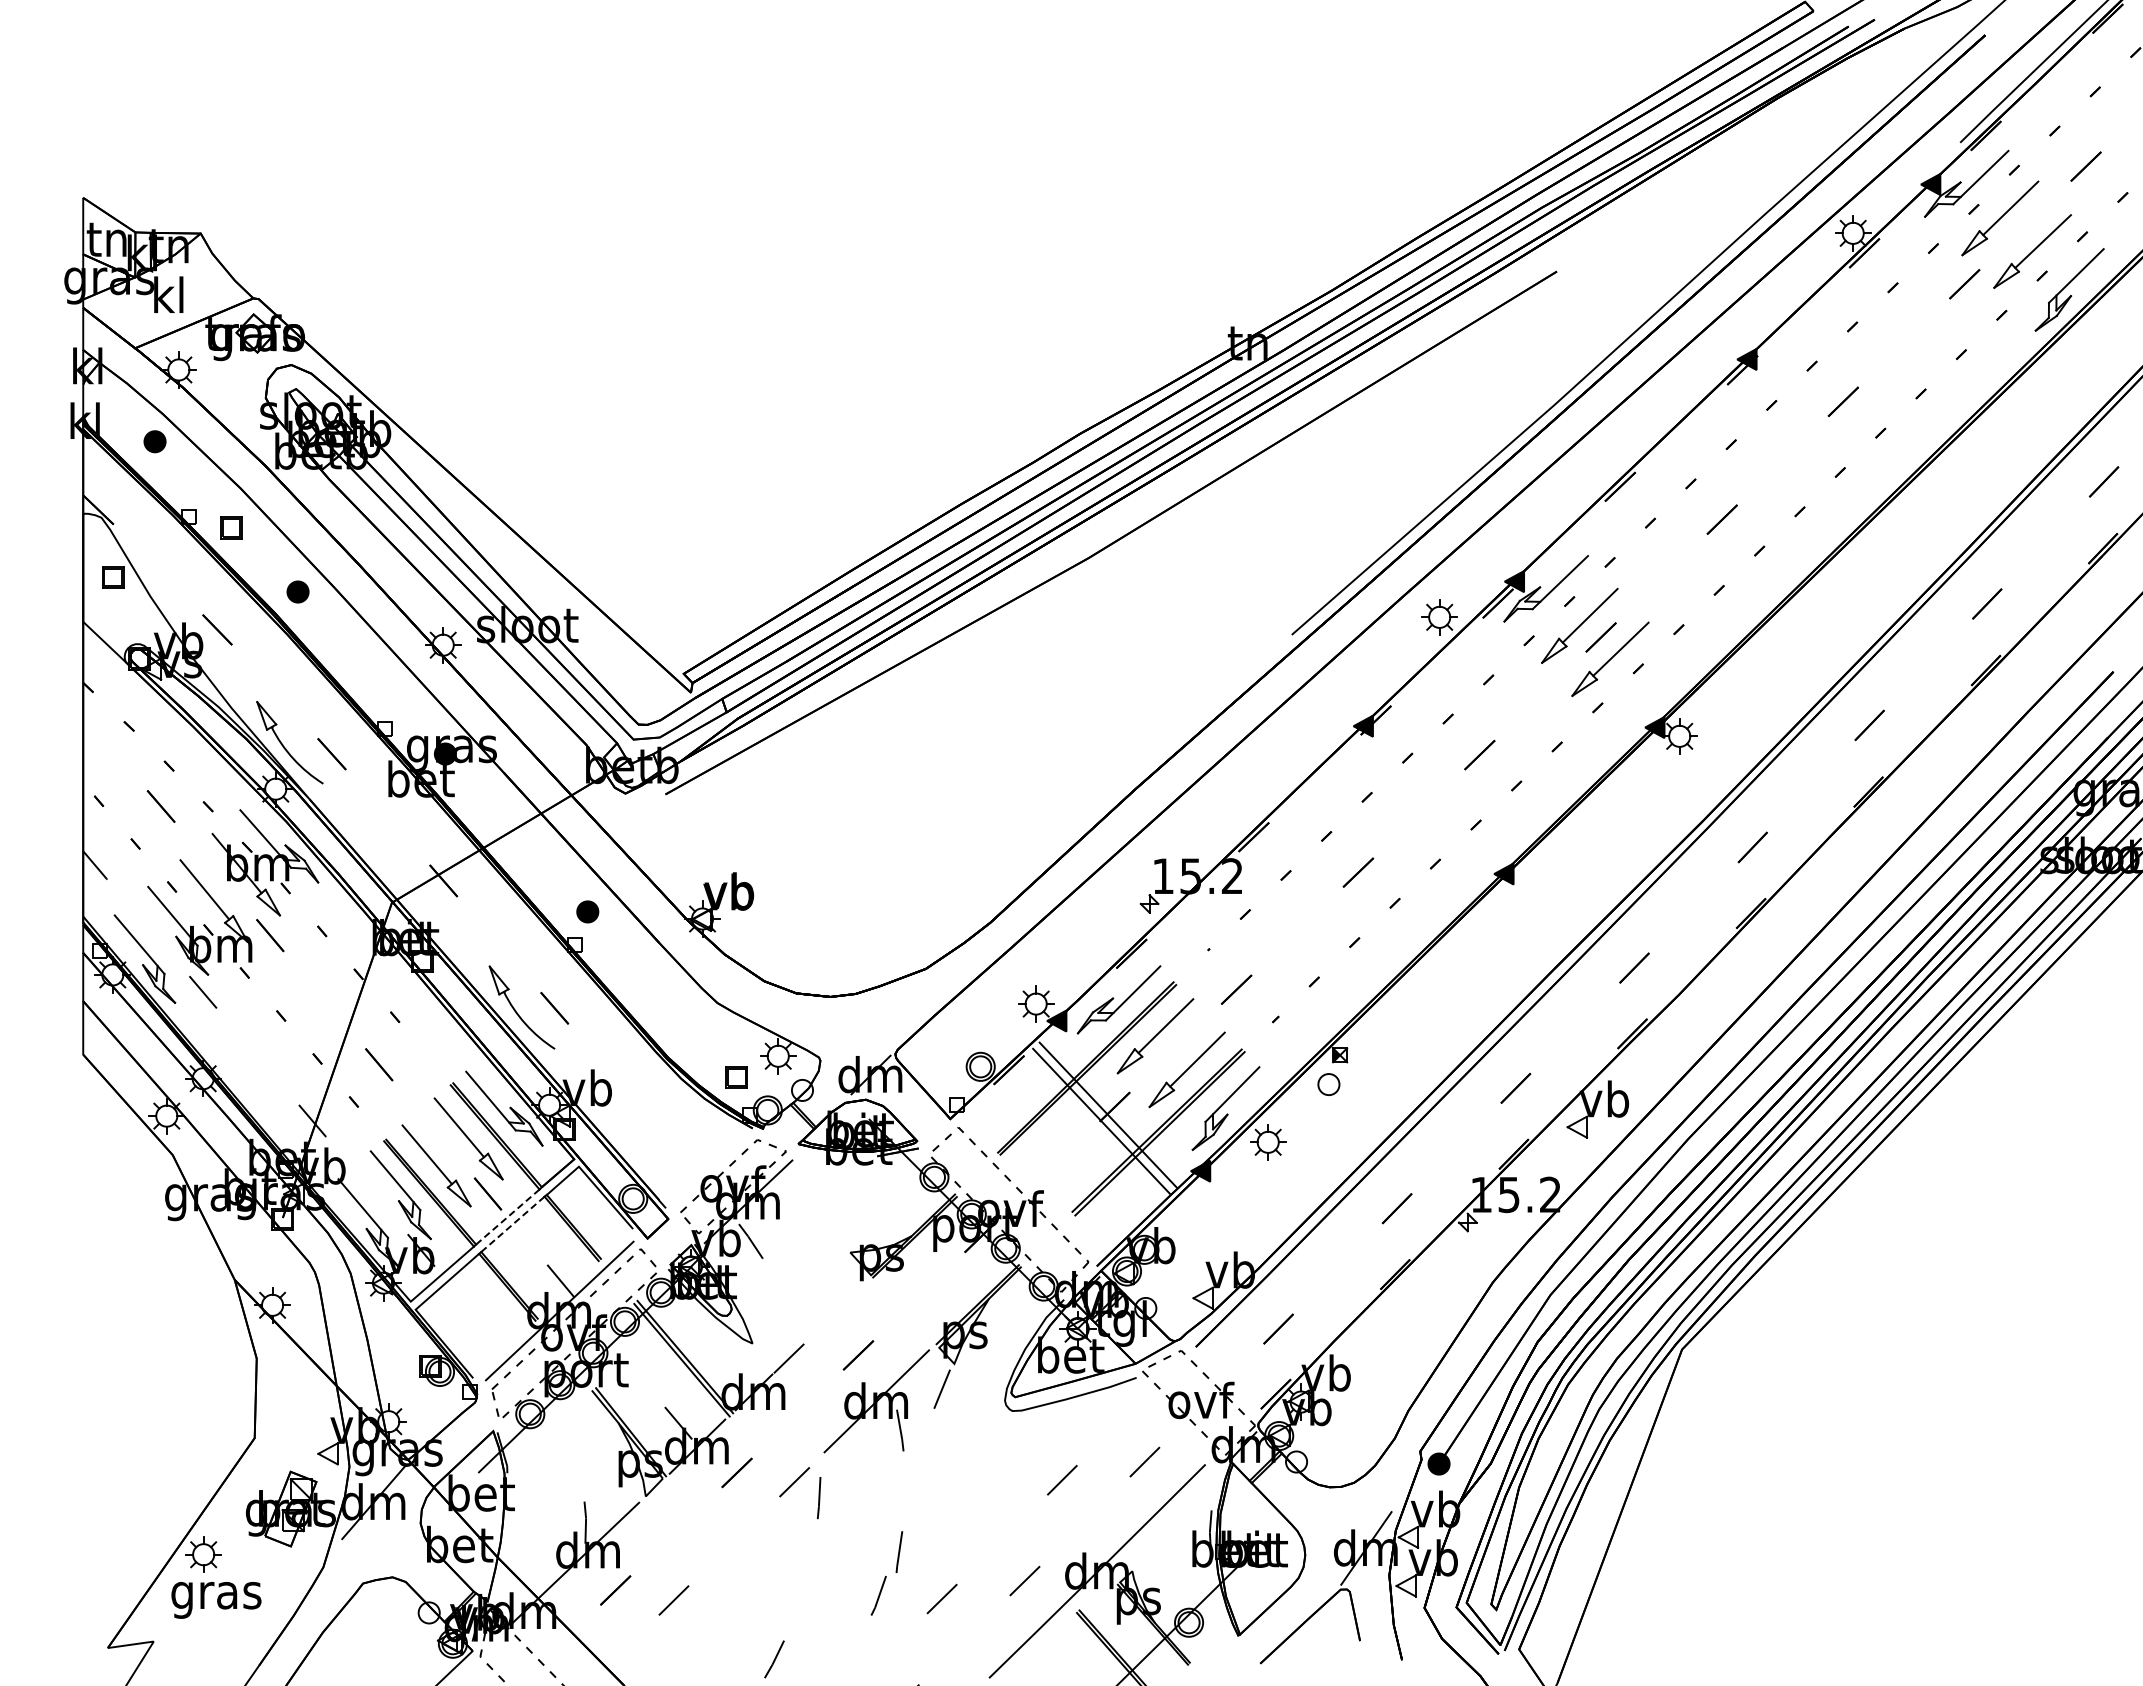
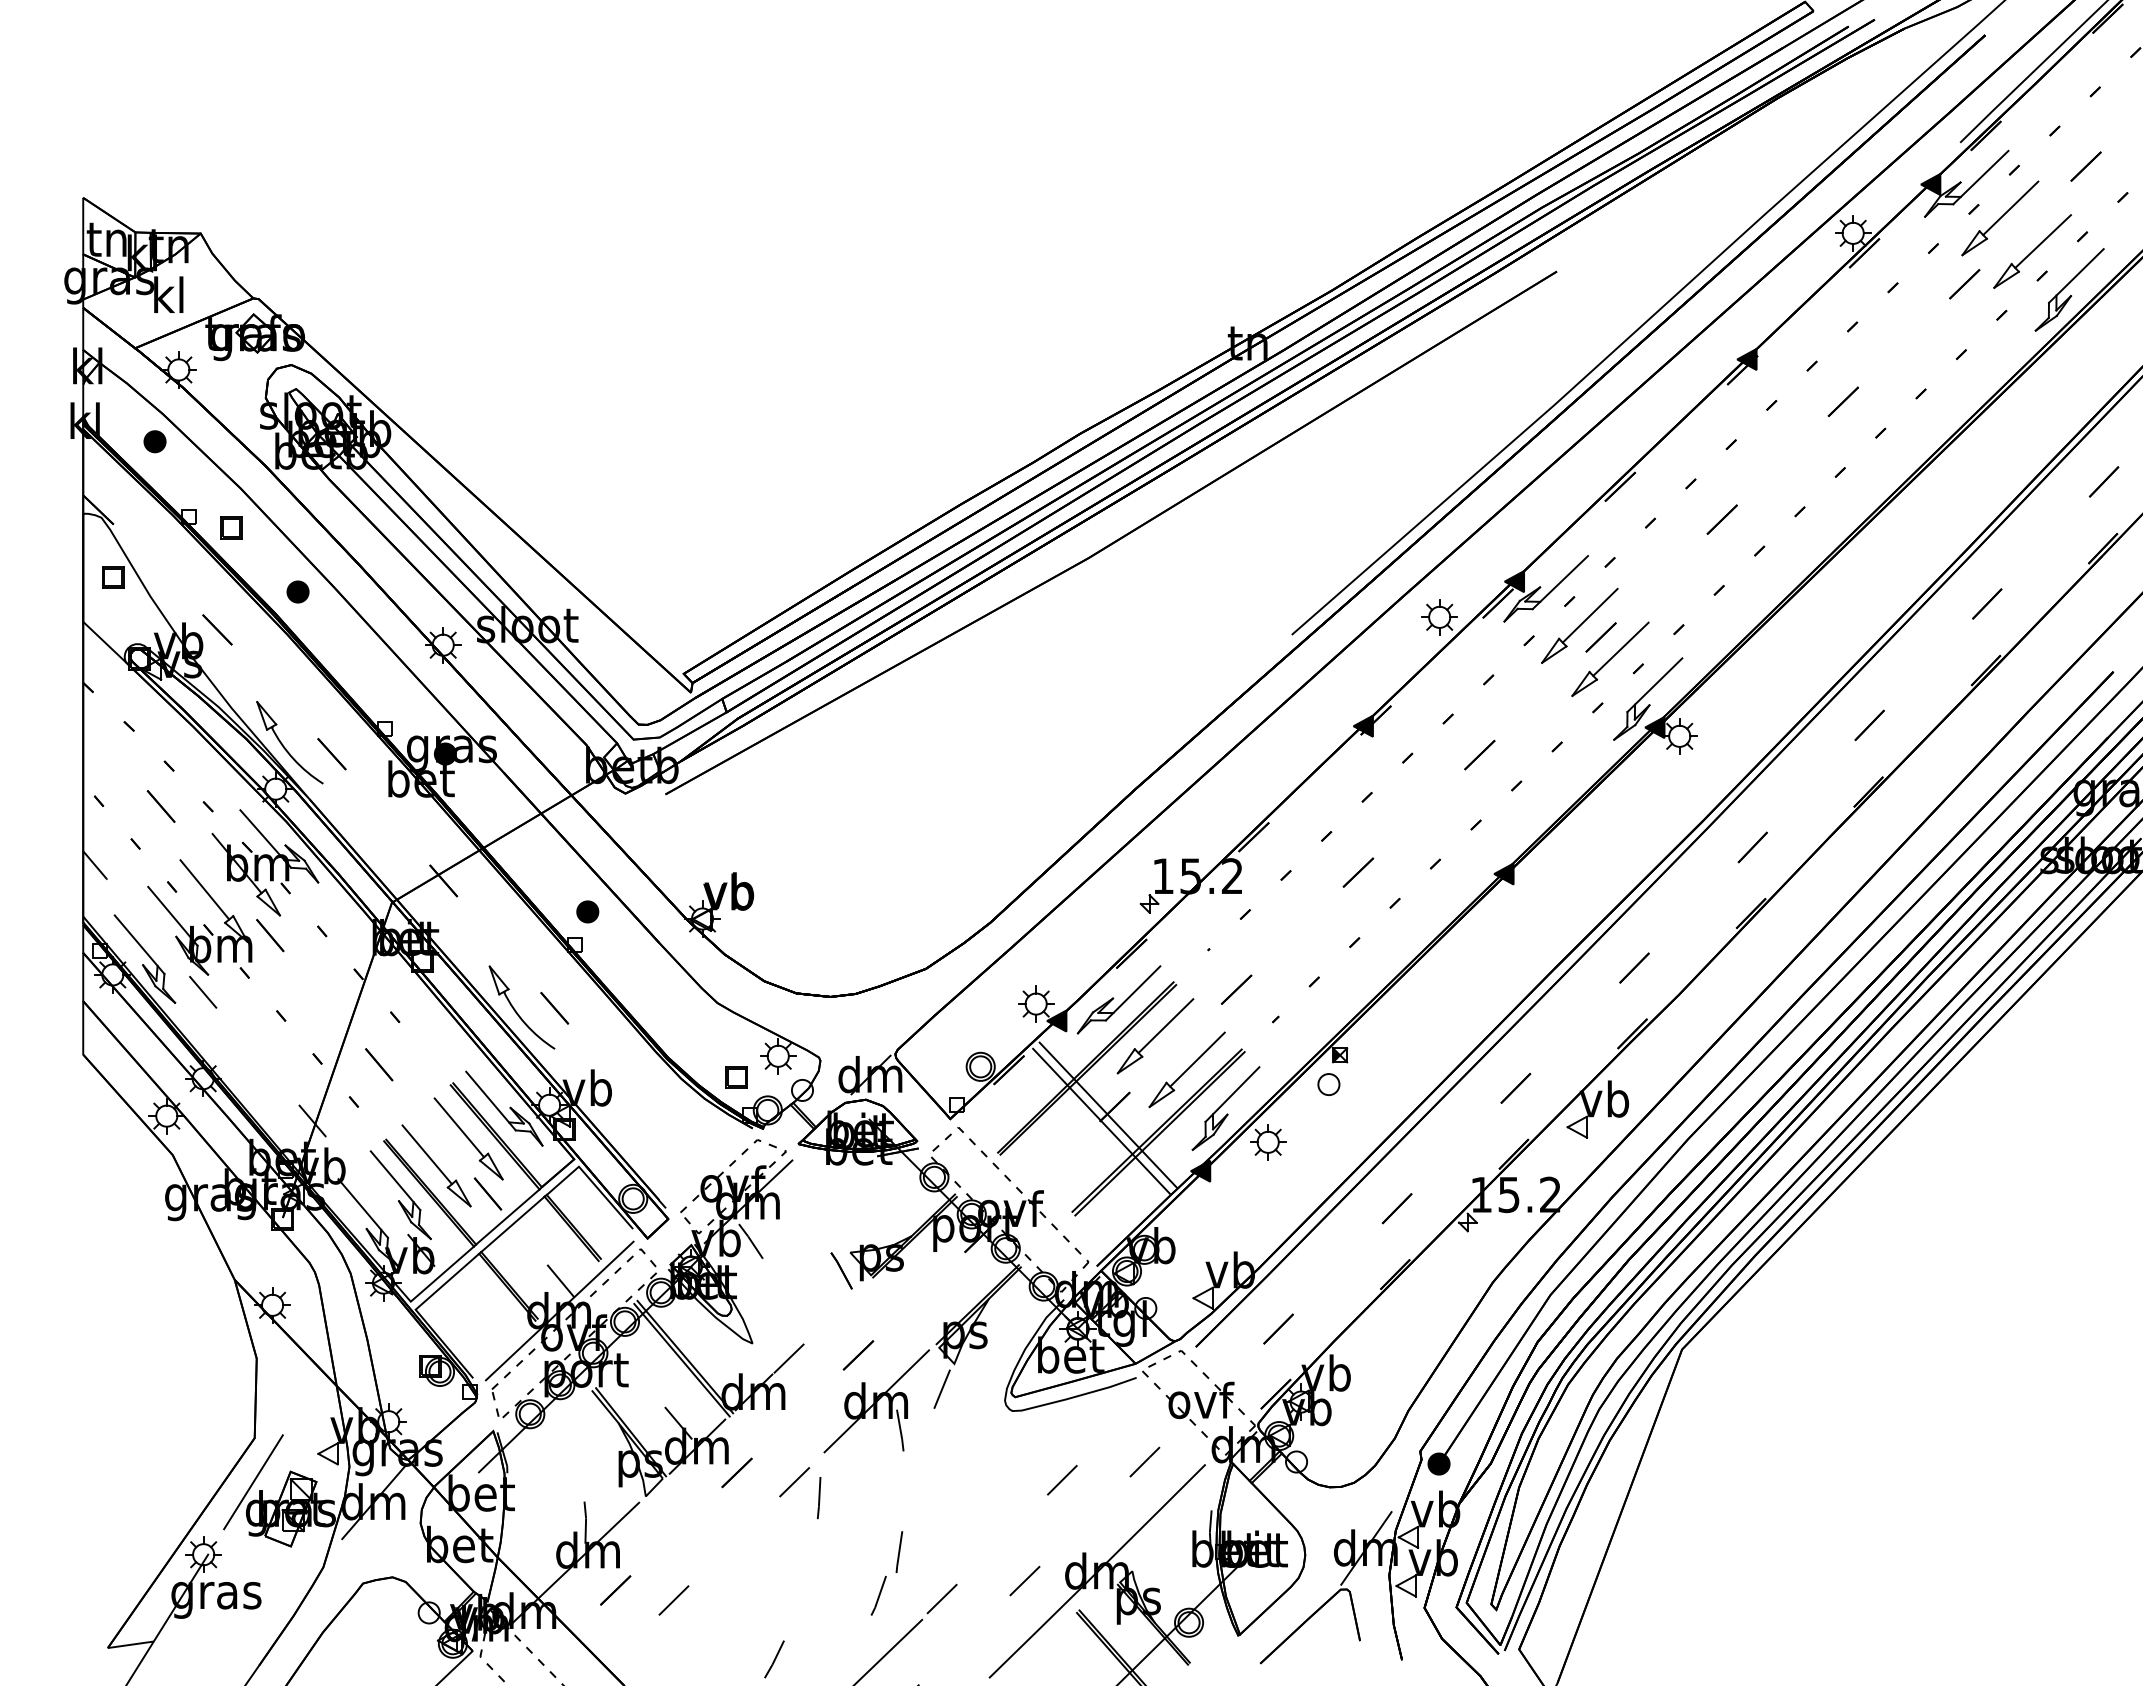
part at (1648, 698): none -> present
line at (507, 1217): dashed -> solid
line at (513, 1224): dashed -> solid
line at (841, 1270): none -> present
line at (218, 1537): none -> present
line at (889, 1650): none -> present
